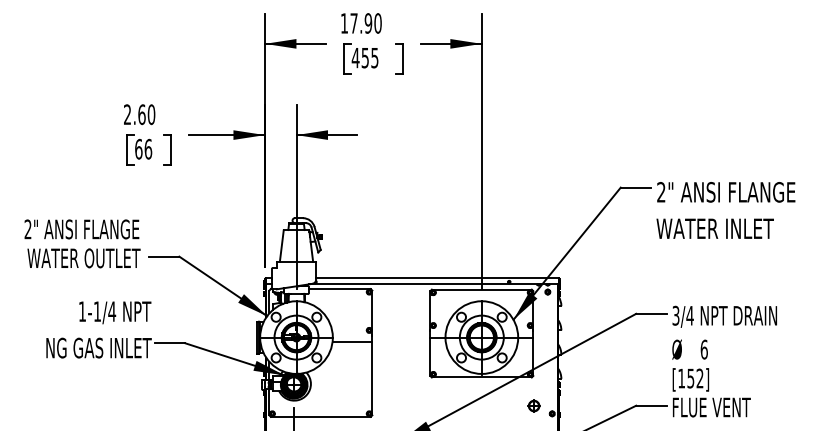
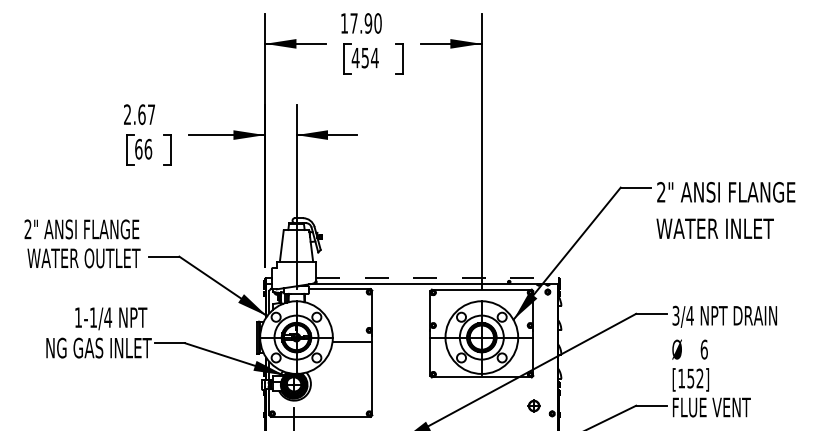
text at (374, 58): 455 -> 454
text at (151, 114): 2.60 -> 2.67
line at (437, 278): solid -> dashed
text at (115, 312) position: (115, 312) -> (111, 318)
